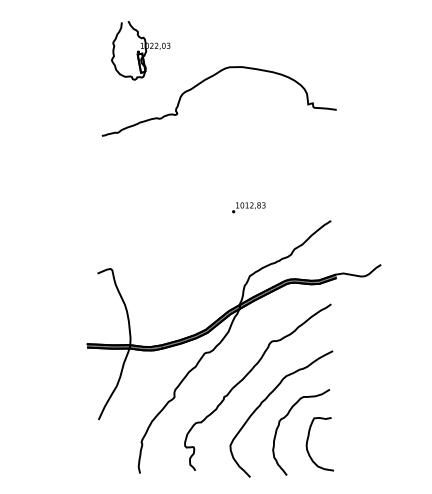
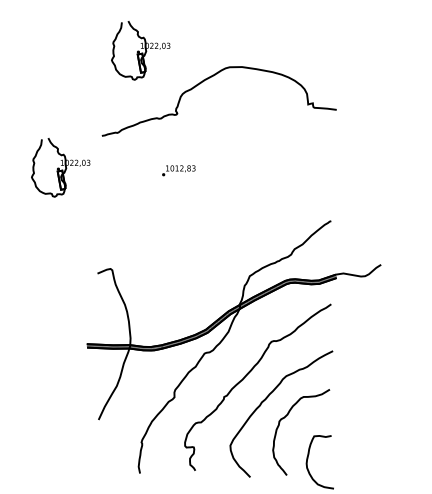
part at (60, 167): none -> present
text at (248, 207) position: (248, 207) -> (178, 170)
curve at (308, 441) position: (308, 441) -> (308, 459)
